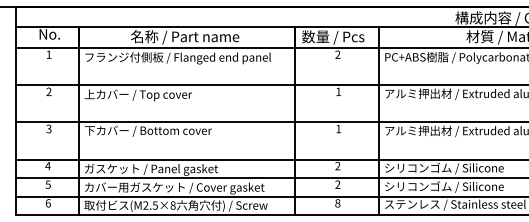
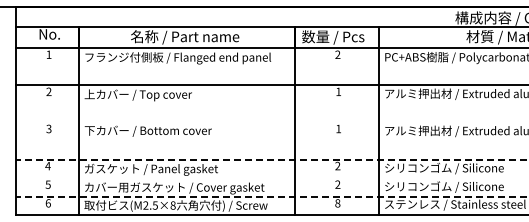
line at (270, 122): present -> none
line at (271, 159): solid -> dashed
line at (270, 178): present -> none
line at (271, 196): solid -> dashed
